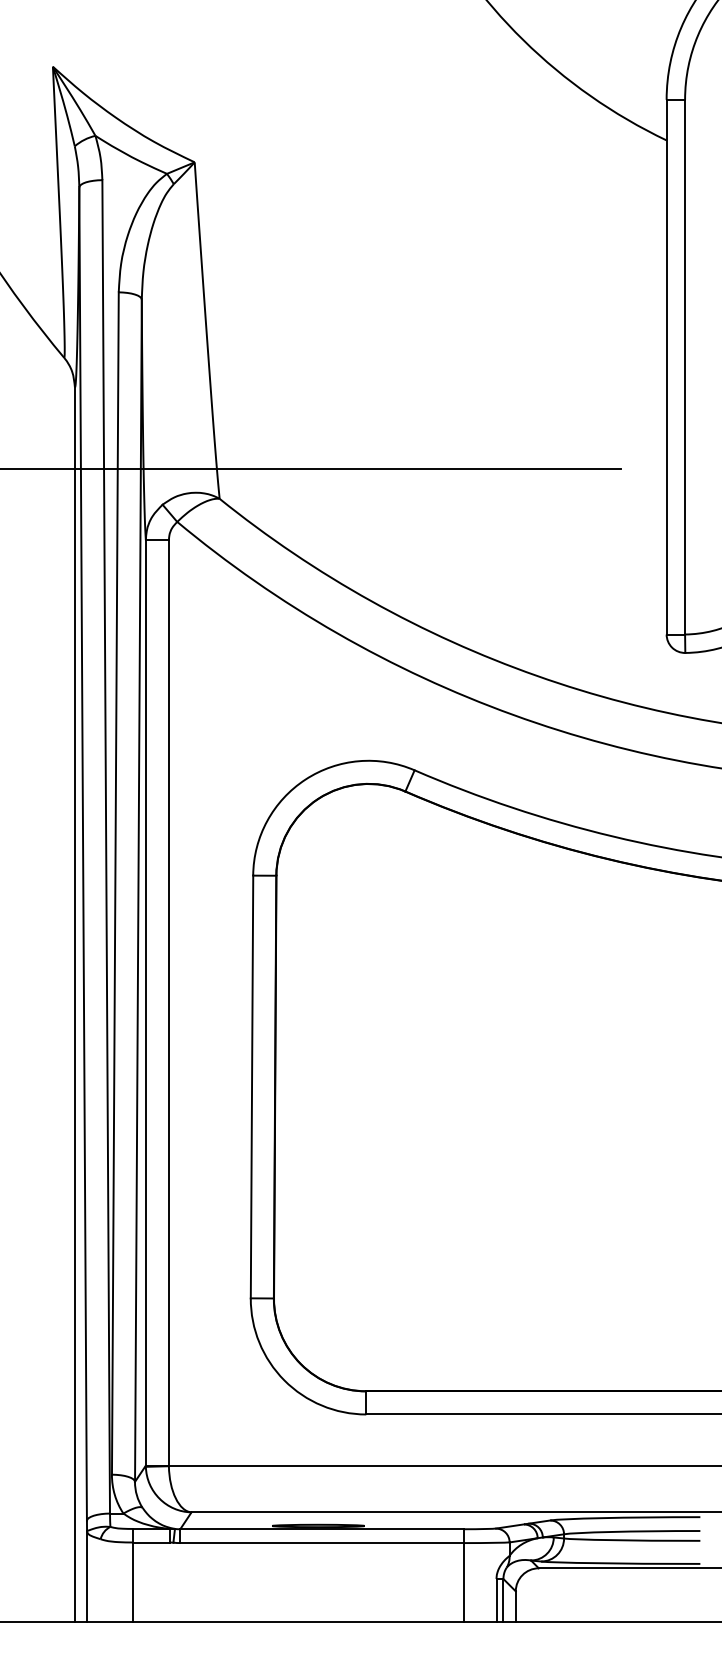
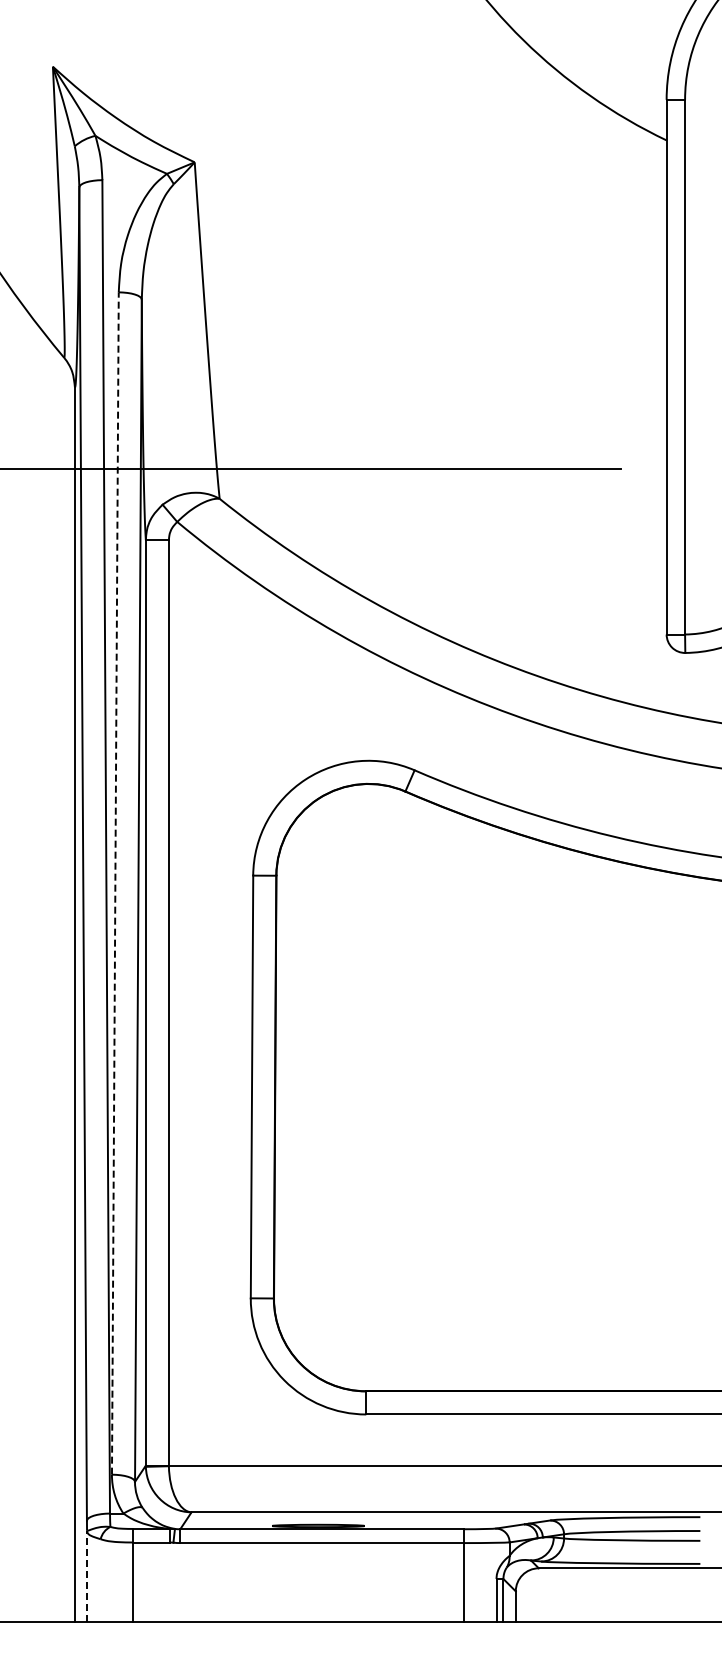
line at (115, 883): solid -> dashed
line at (87, 1576): solid -> dashed
